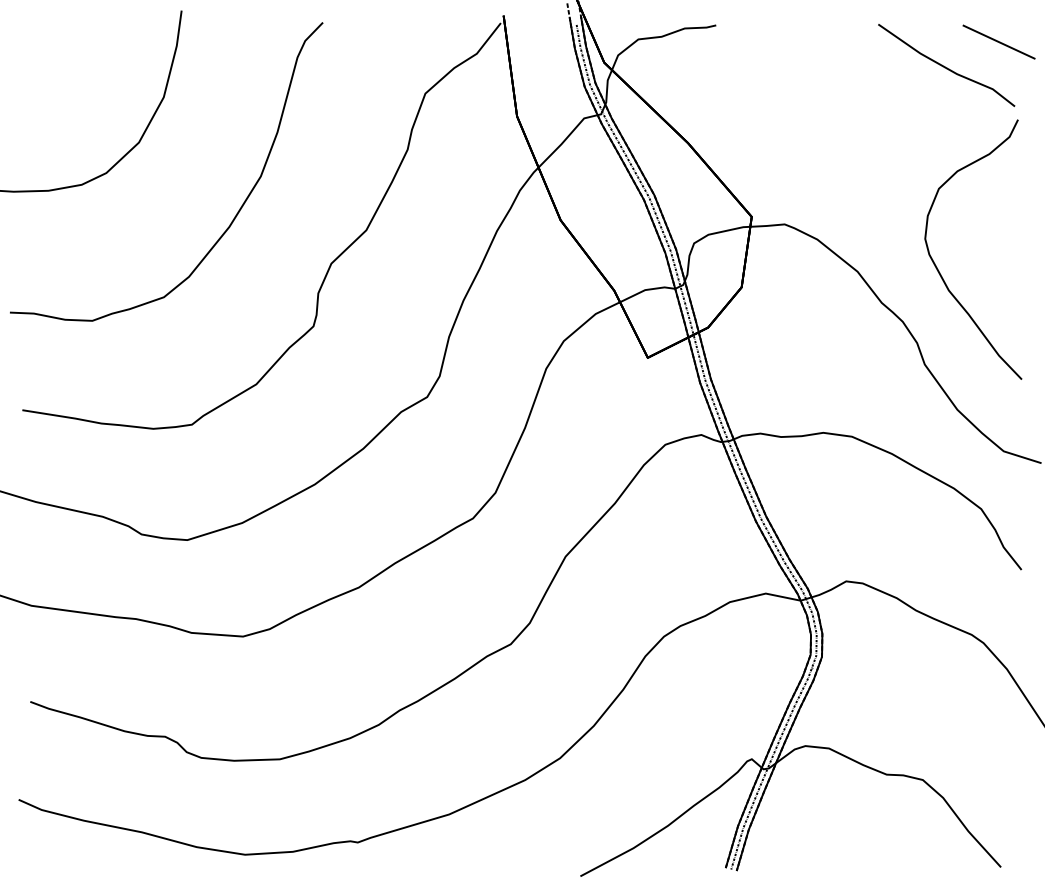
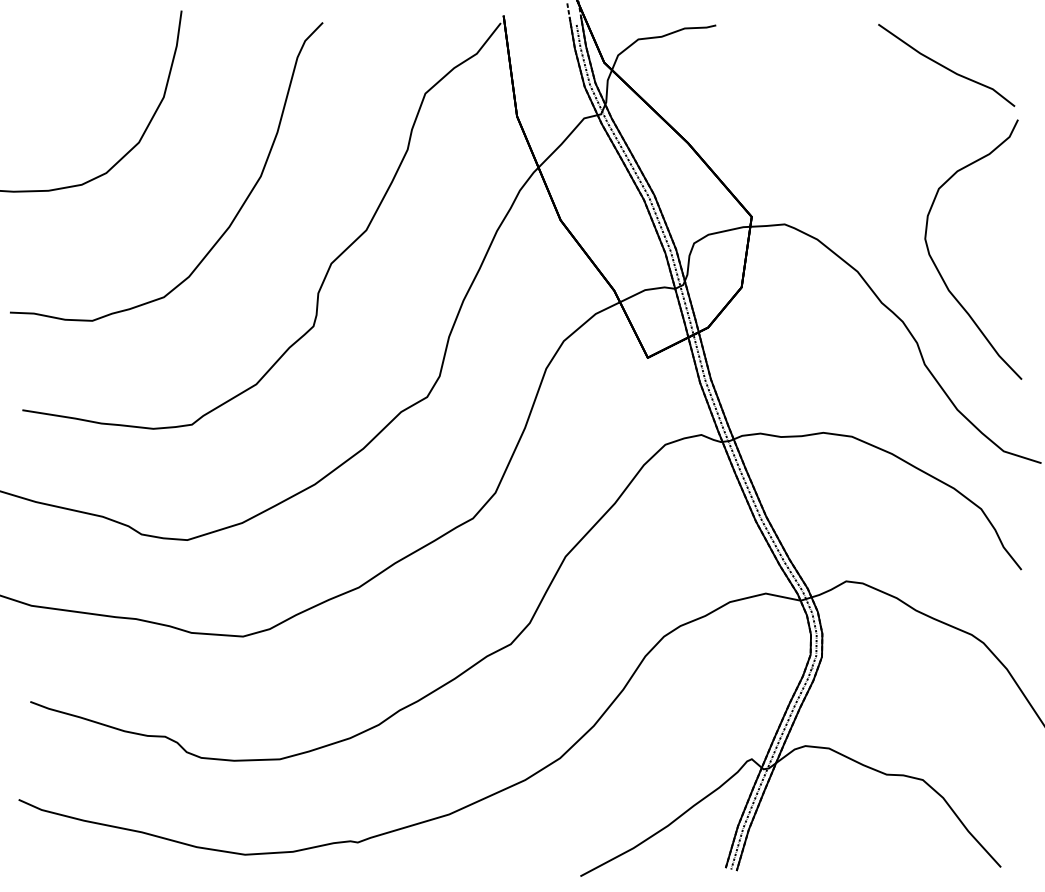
line at (998, 41): present -> none
